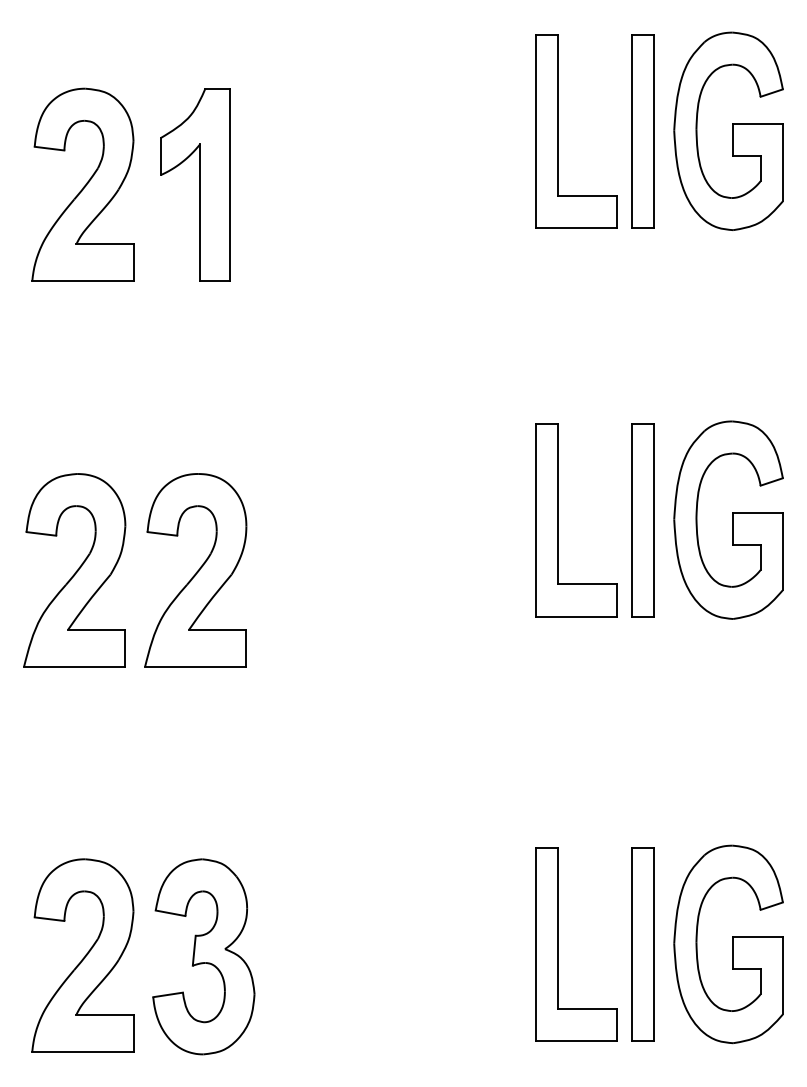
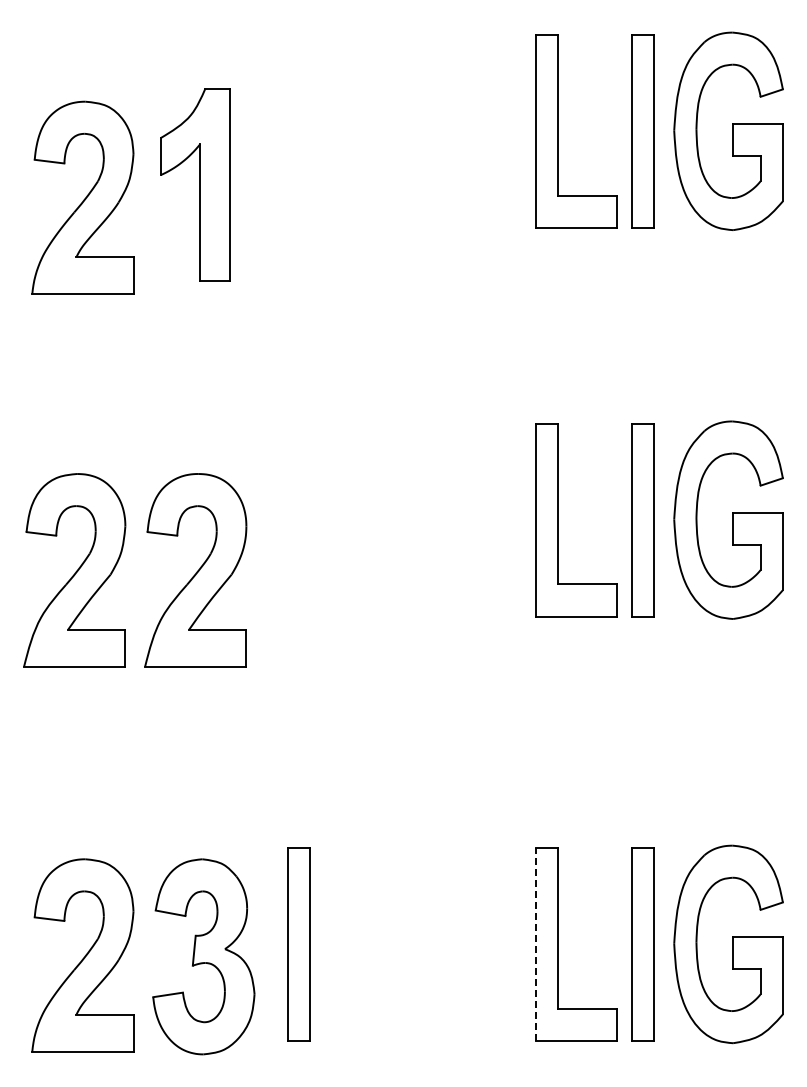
part at (82, 184) position: (82, 184) -> (82, 197)
line at (535, 943): solid -> dashed
part at (298, 944): none -> present
